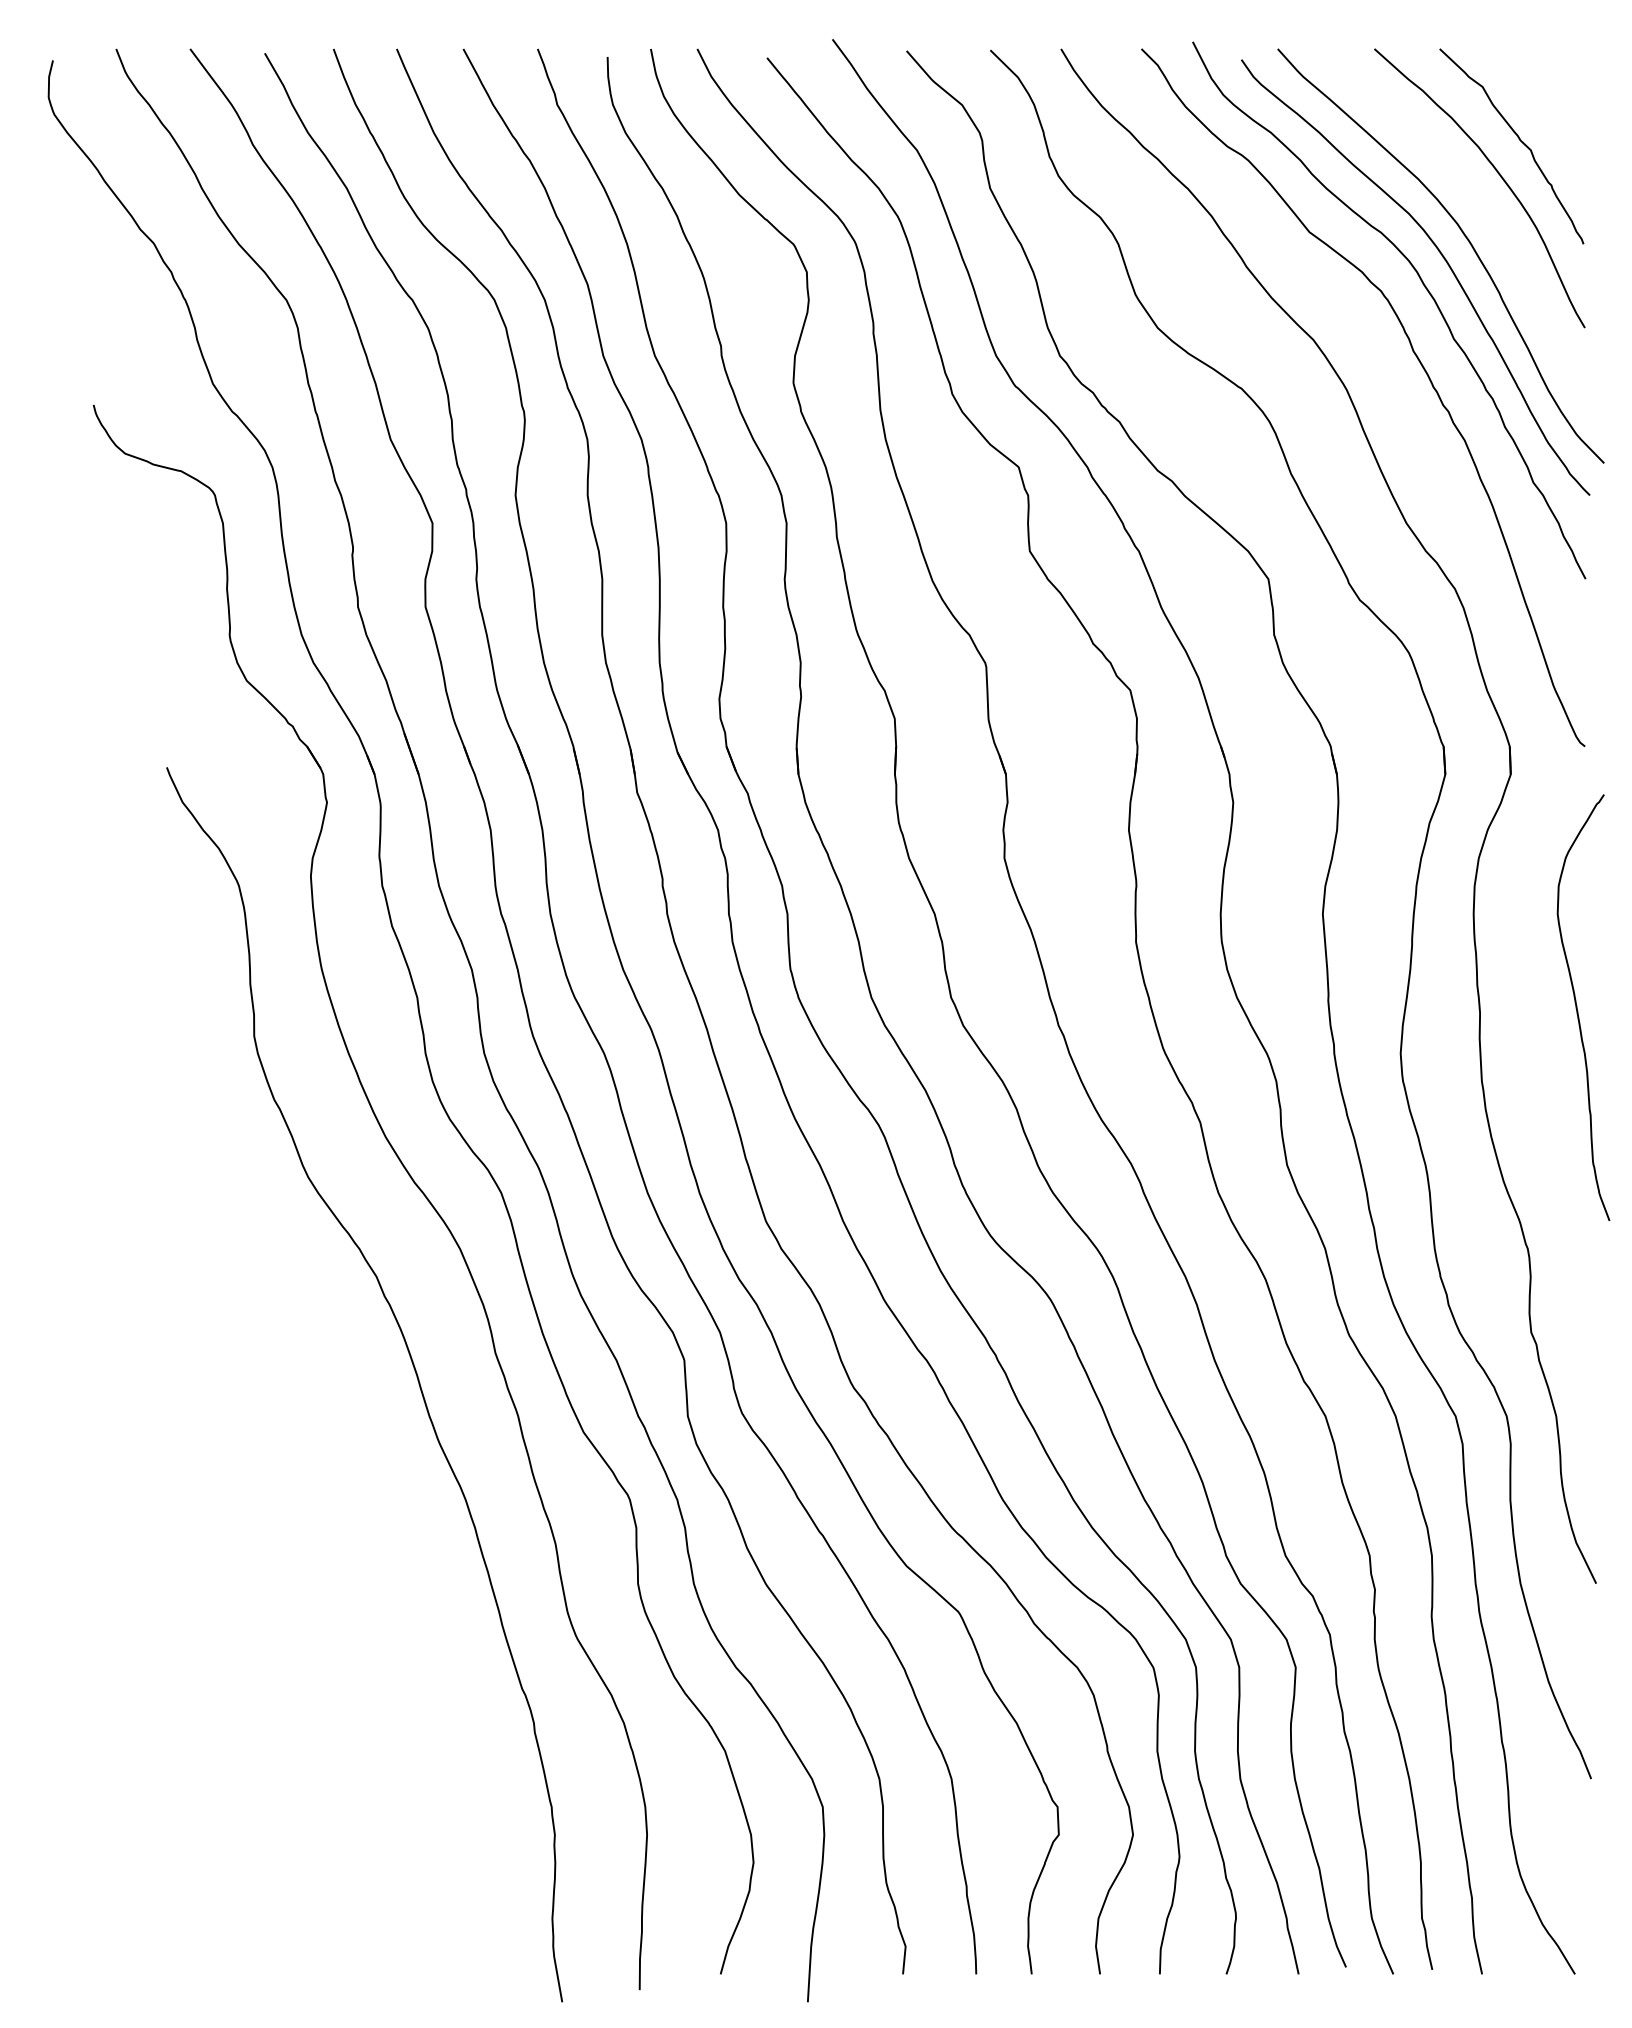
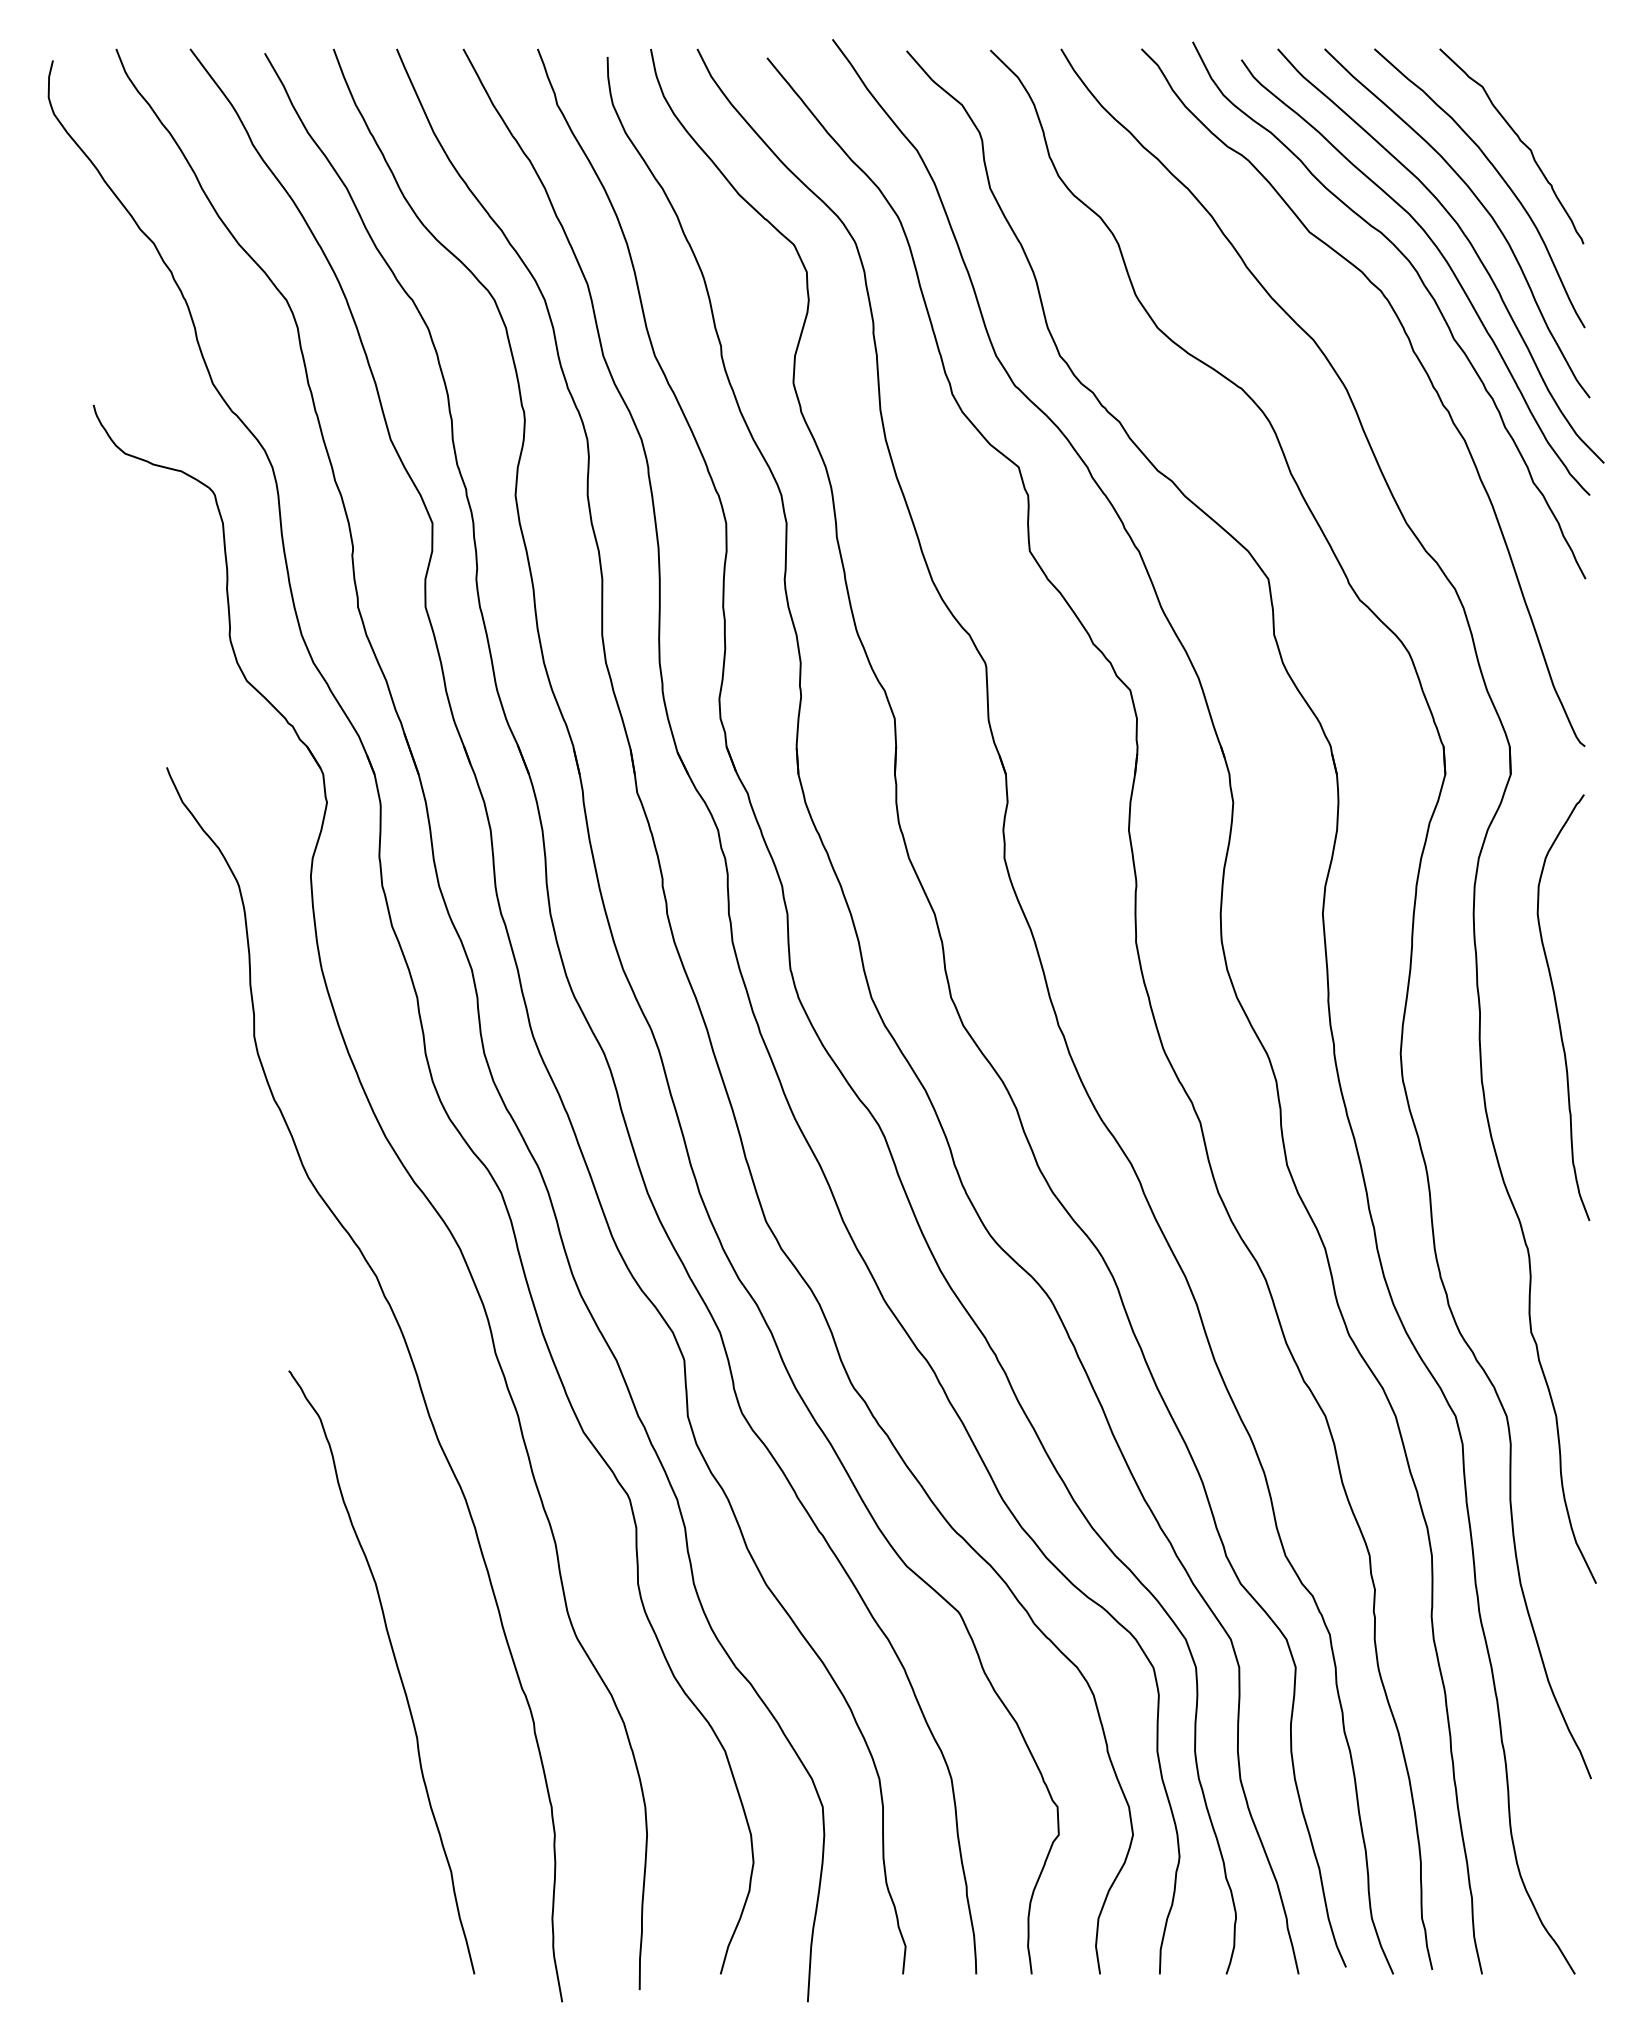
curve at (1480, 204): none -> present
curve at (1577, 1007) position: (1577, 1007) -> (1557, 1007)
curve at (396, 1667): none -> present
